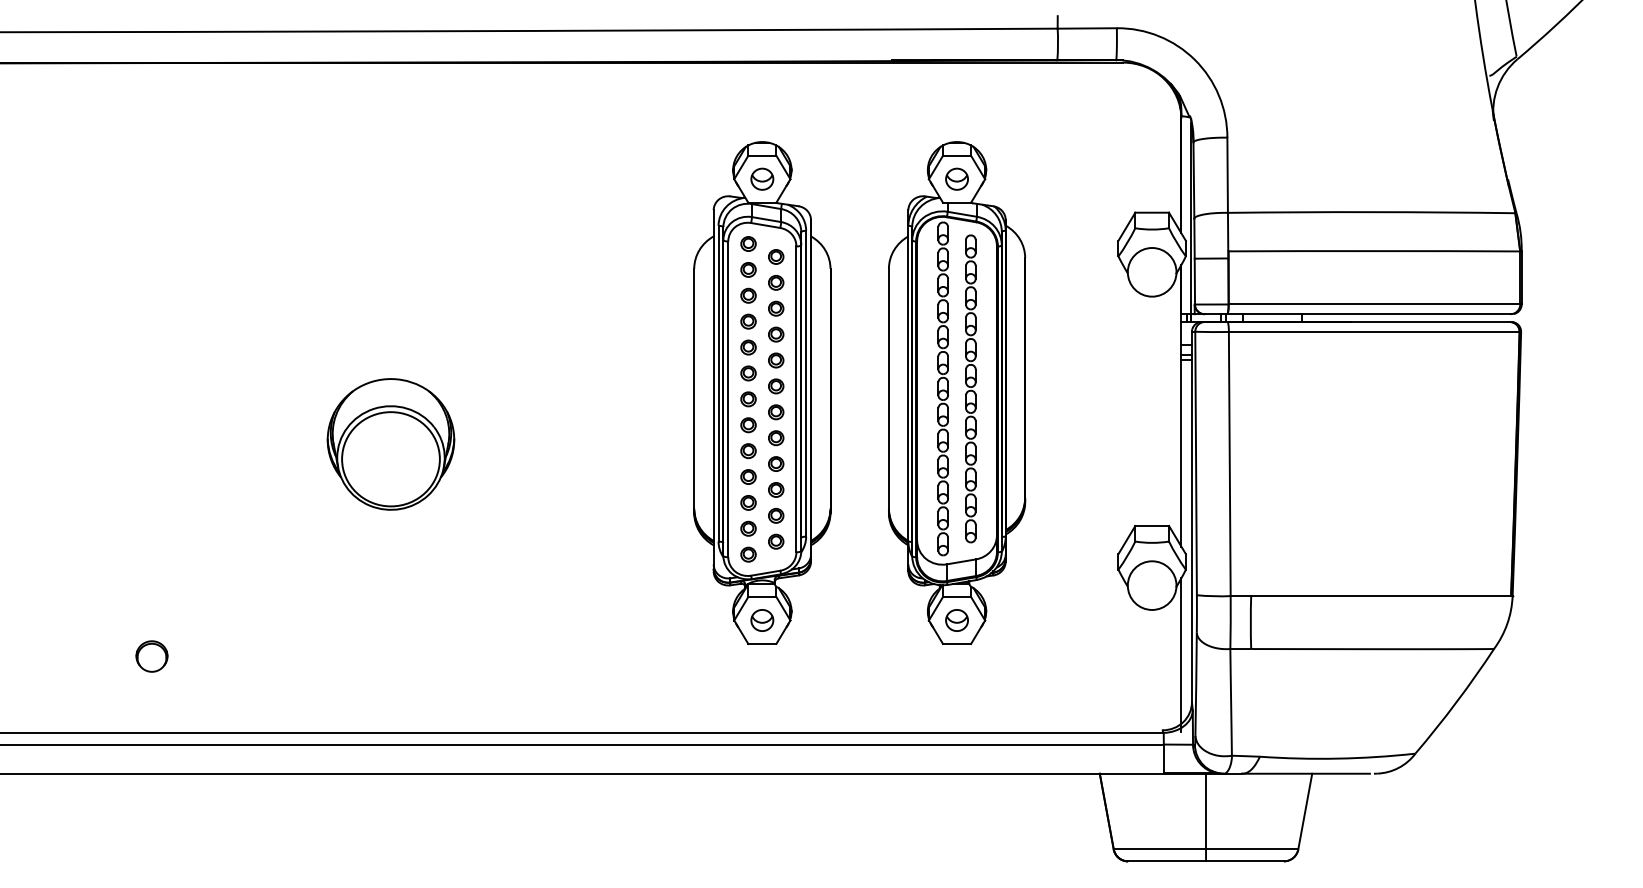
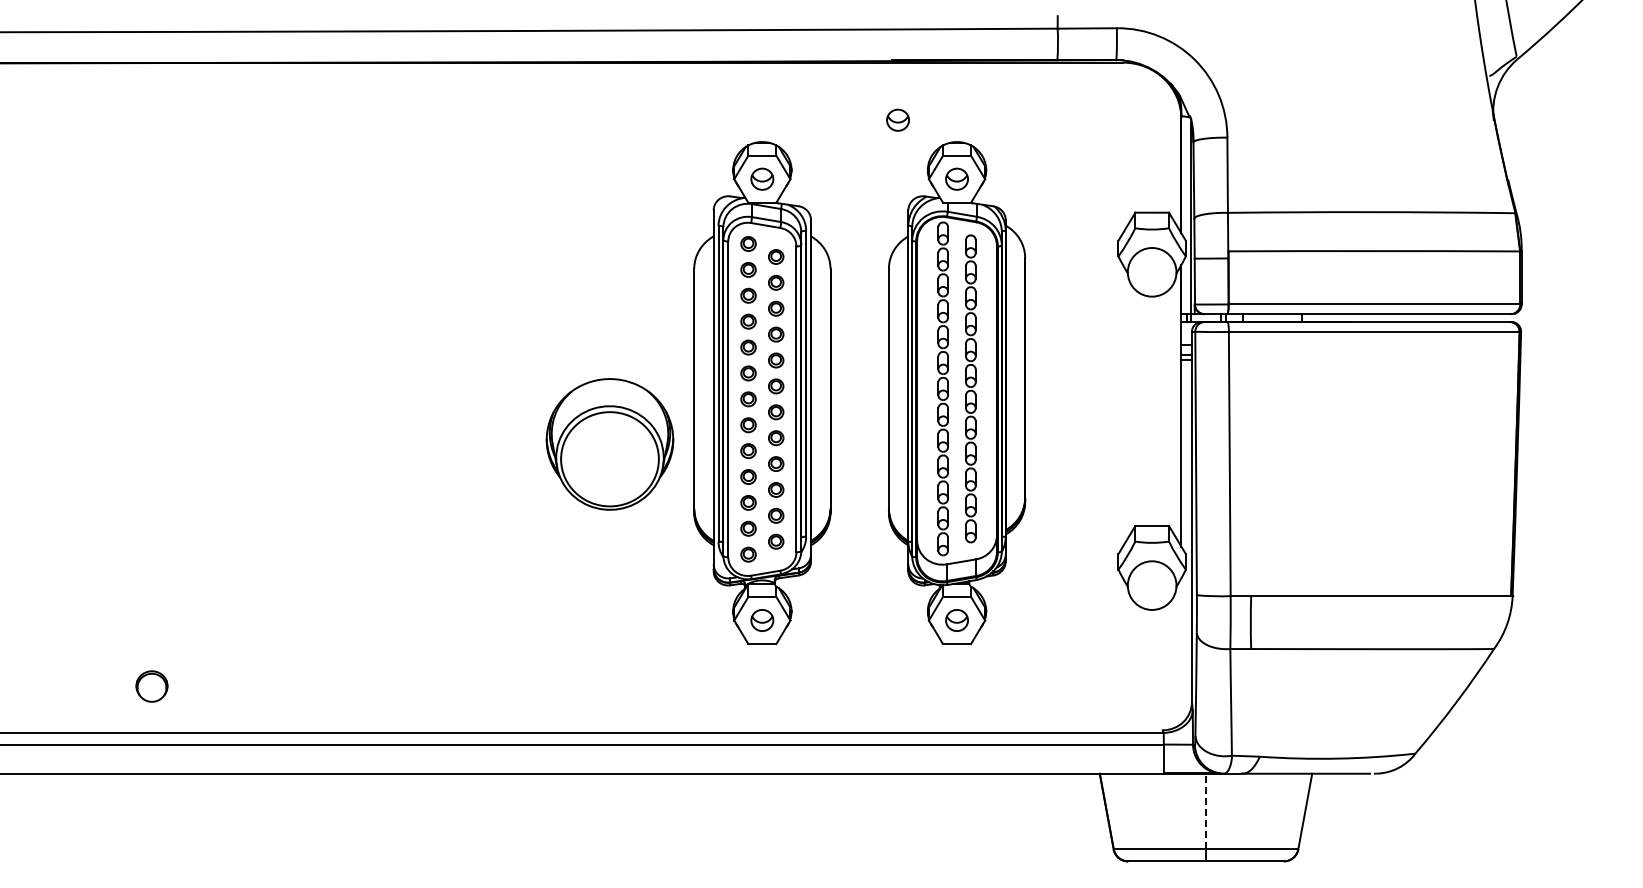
part at (897, 119): none -> present
part at (390, 444) position: (390, 444) -> (609, 444)
line at (1181, 655): present -> none
part at (151, 656) position: (151, 656) -> (151, 686)
line at (1206, 811): solid -> dashed
